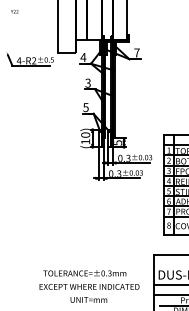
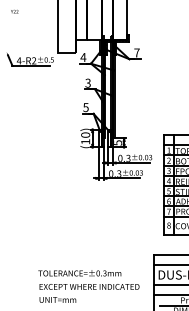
line at (169, 264): none -> present
text at (84, 273) position: (84, 273) -> (79, 273)
text at (88, 299) position: (88, 299) -> (57, 299)
